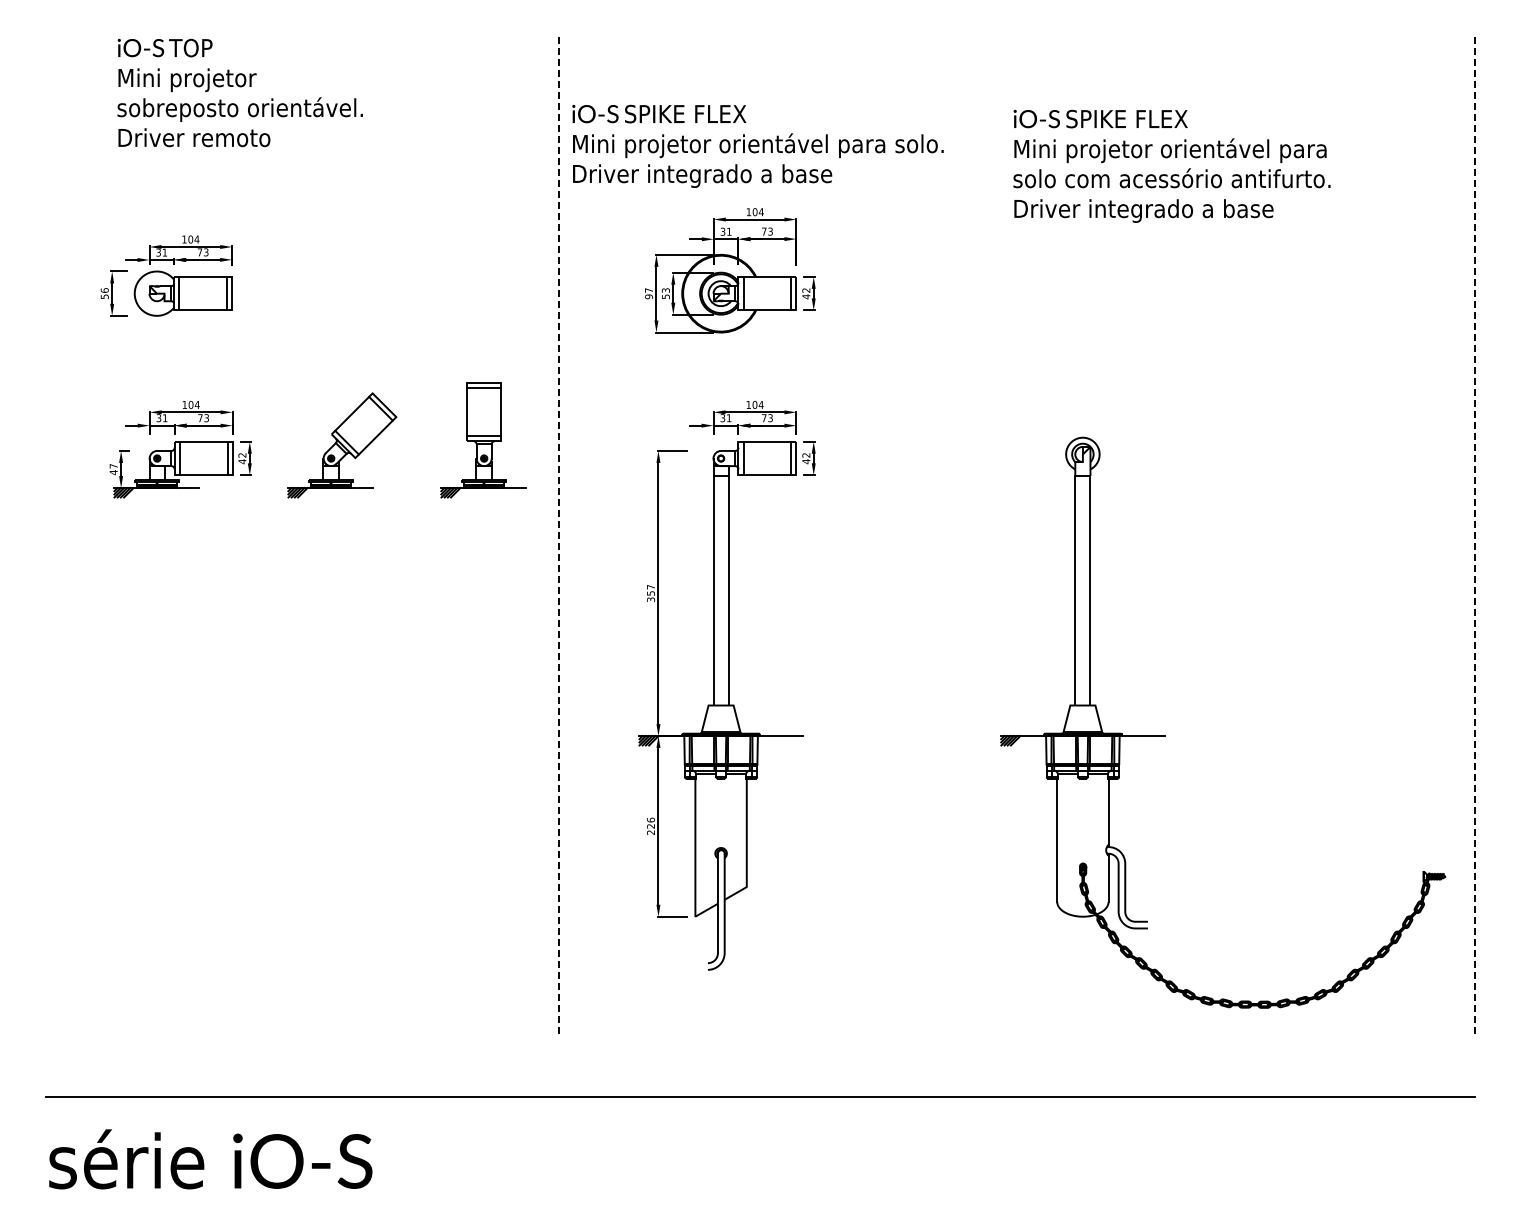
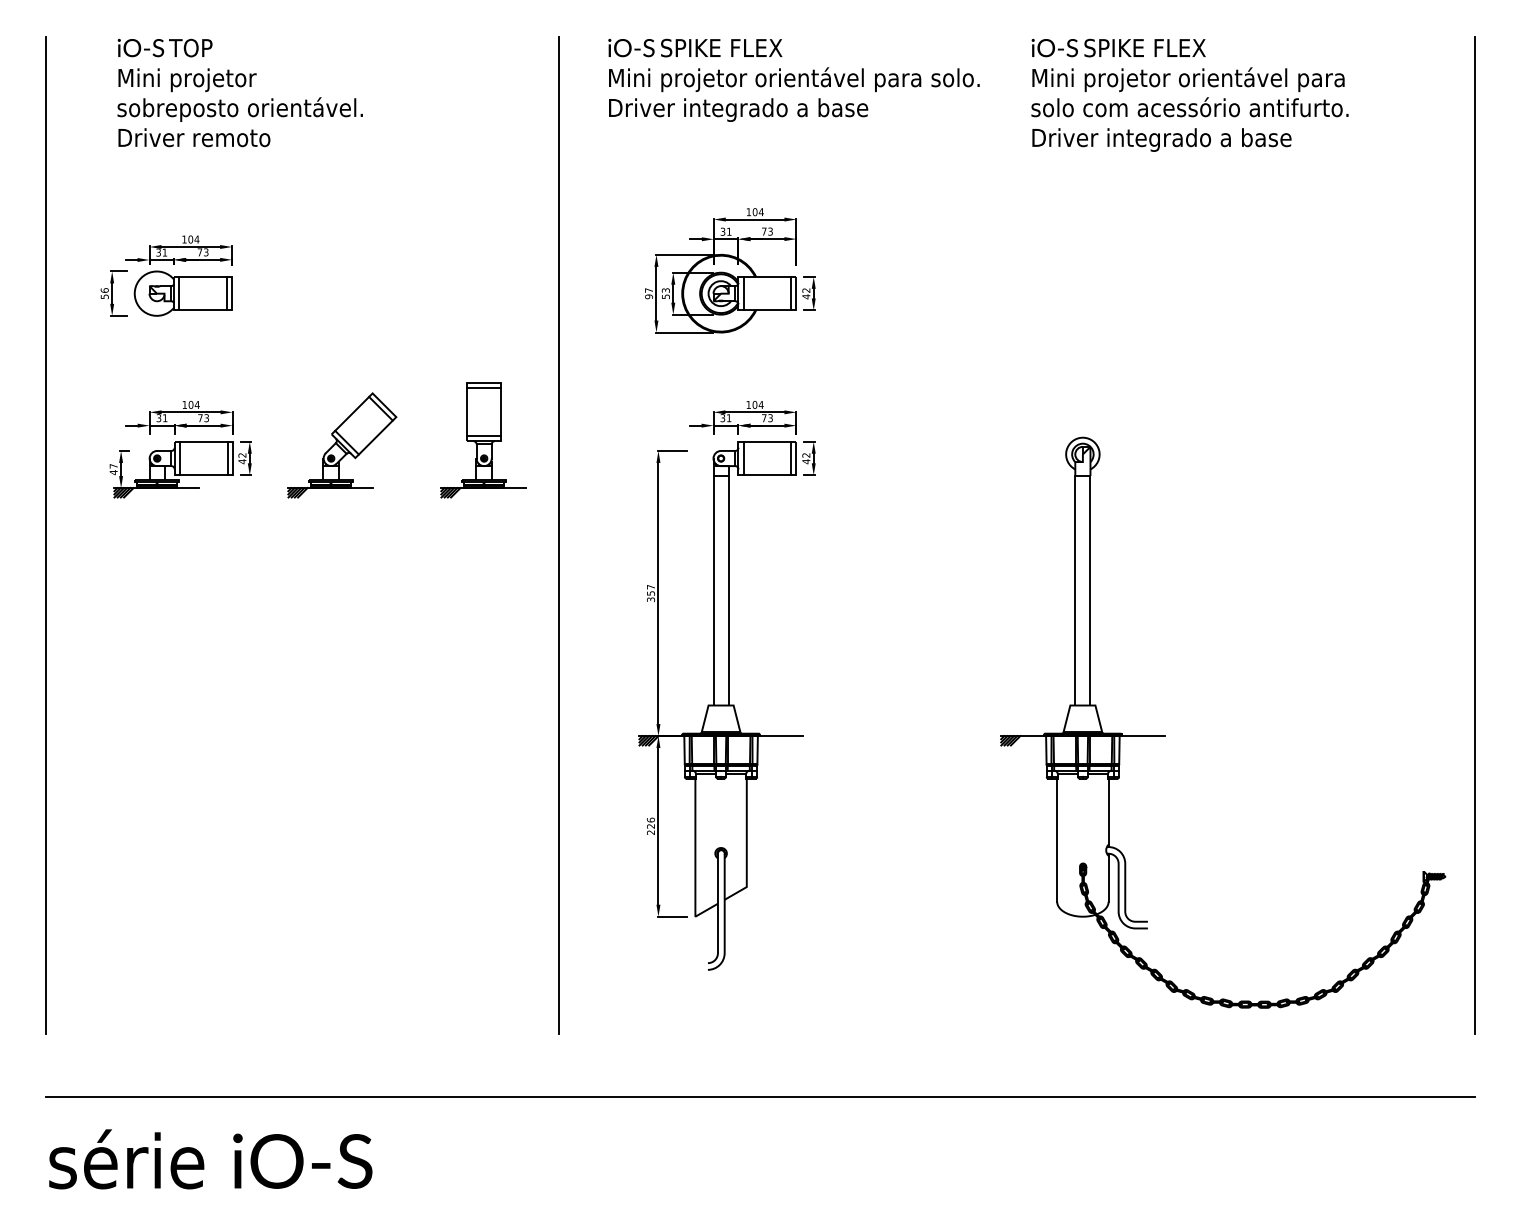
text at (757, 145) position: (757, 145) -> (793, 79)
text at (1171, 165) position: (1171, 165) -> (1189, 94)
line at (45, 535): none -> present
line at (558, 535): dashed -> solid
line at (1475, 535): dashed -> solid
